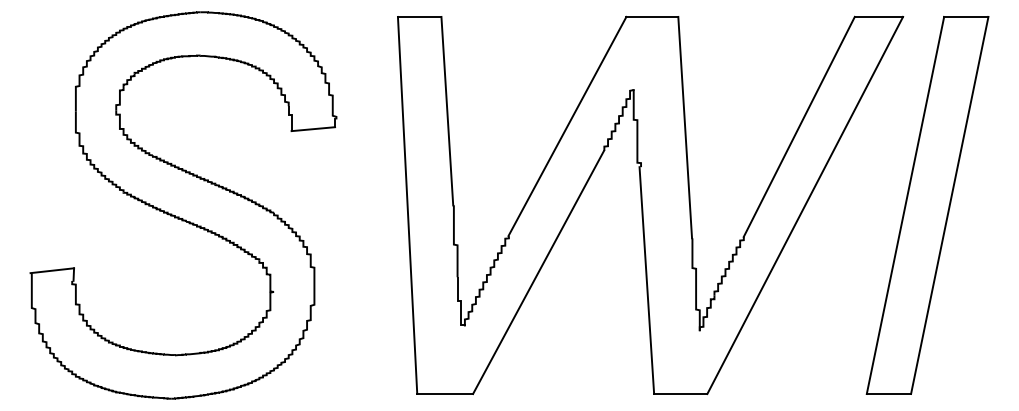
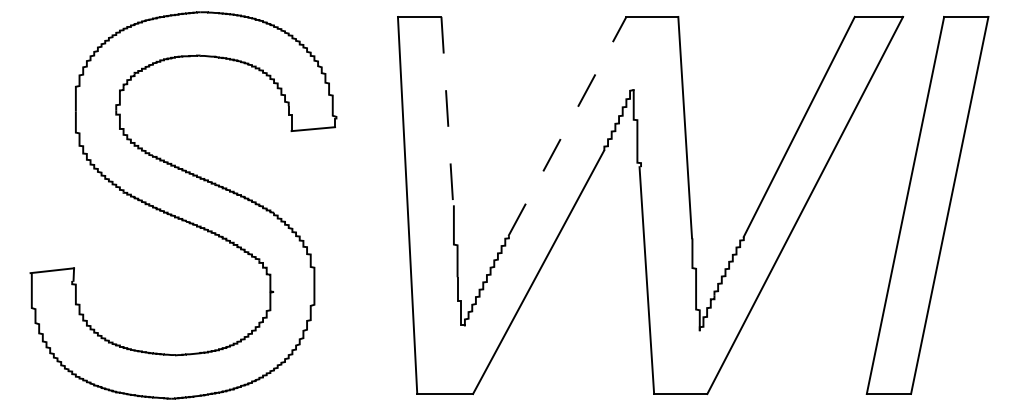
line at (447, 111): solid -> dashed
line at (567, 126): solid -> dashed
